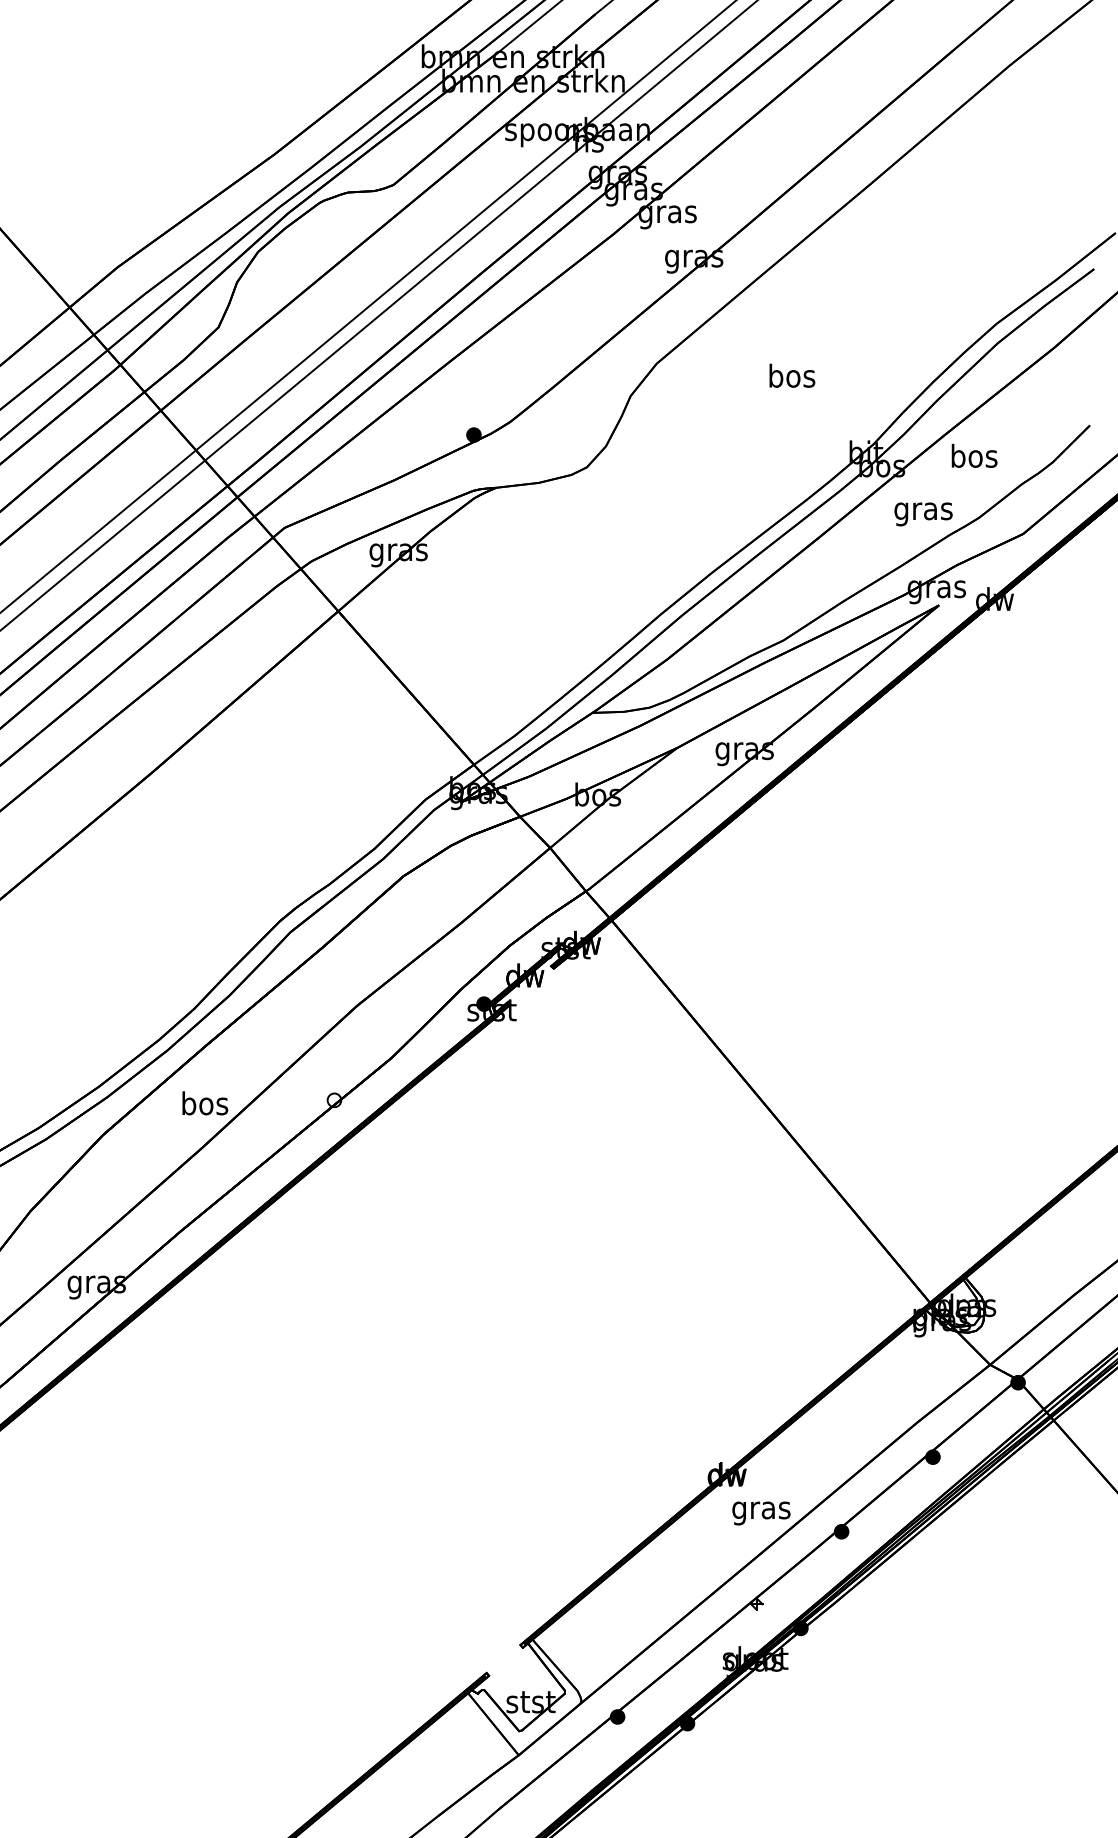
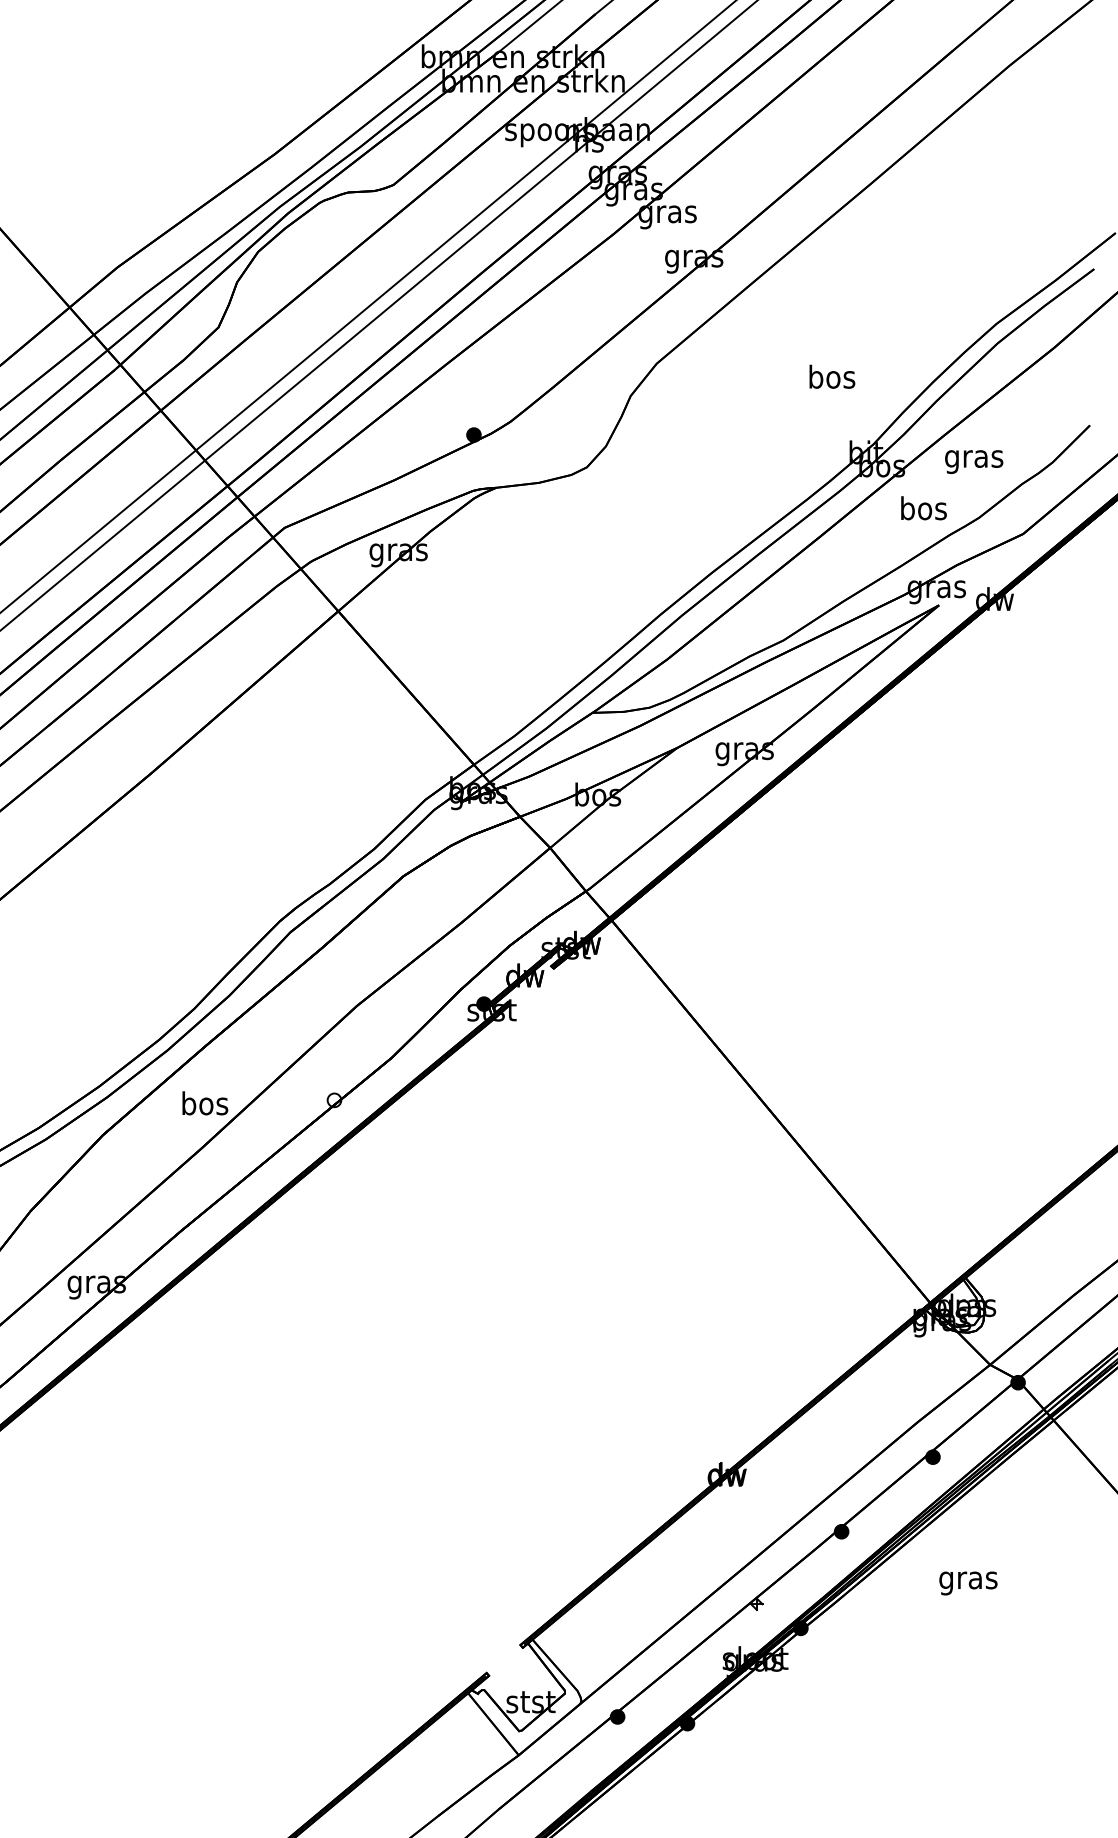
text at (792, 375) position: (792, 375) -> (832, 376)
text at (974, 458): bos -> gras
text at (923, 511): gras -> bos
text at (761, 1513) position: (761, 1513) -> (968, 1583)
